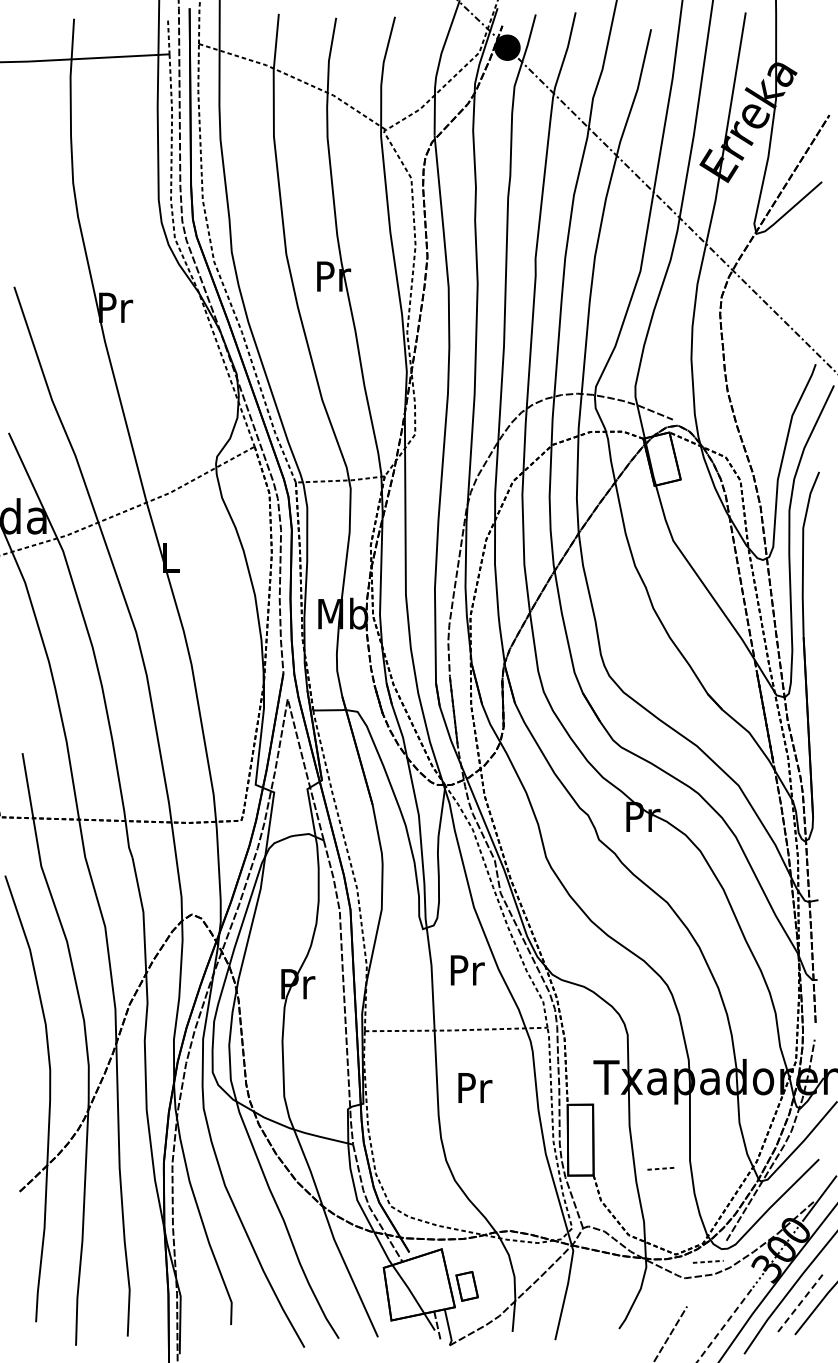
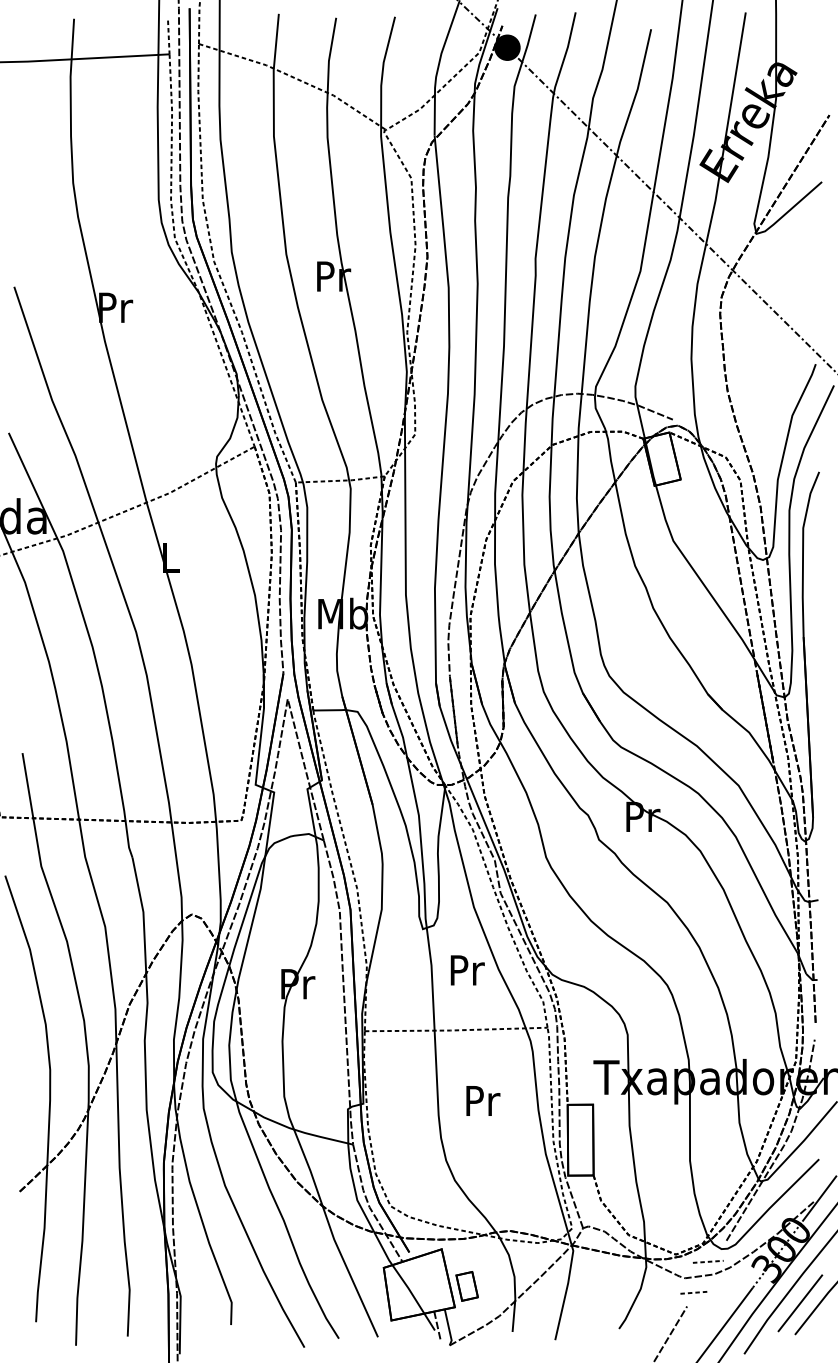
text at (475, 1087) position: (475, 1087) -> (483, 1100)
line at (659, 1168) position: (659, 1168) -> (692, 1292)
line at (800, 1302): dashed -> solid
line at (724, 1324): dashed -> solid
